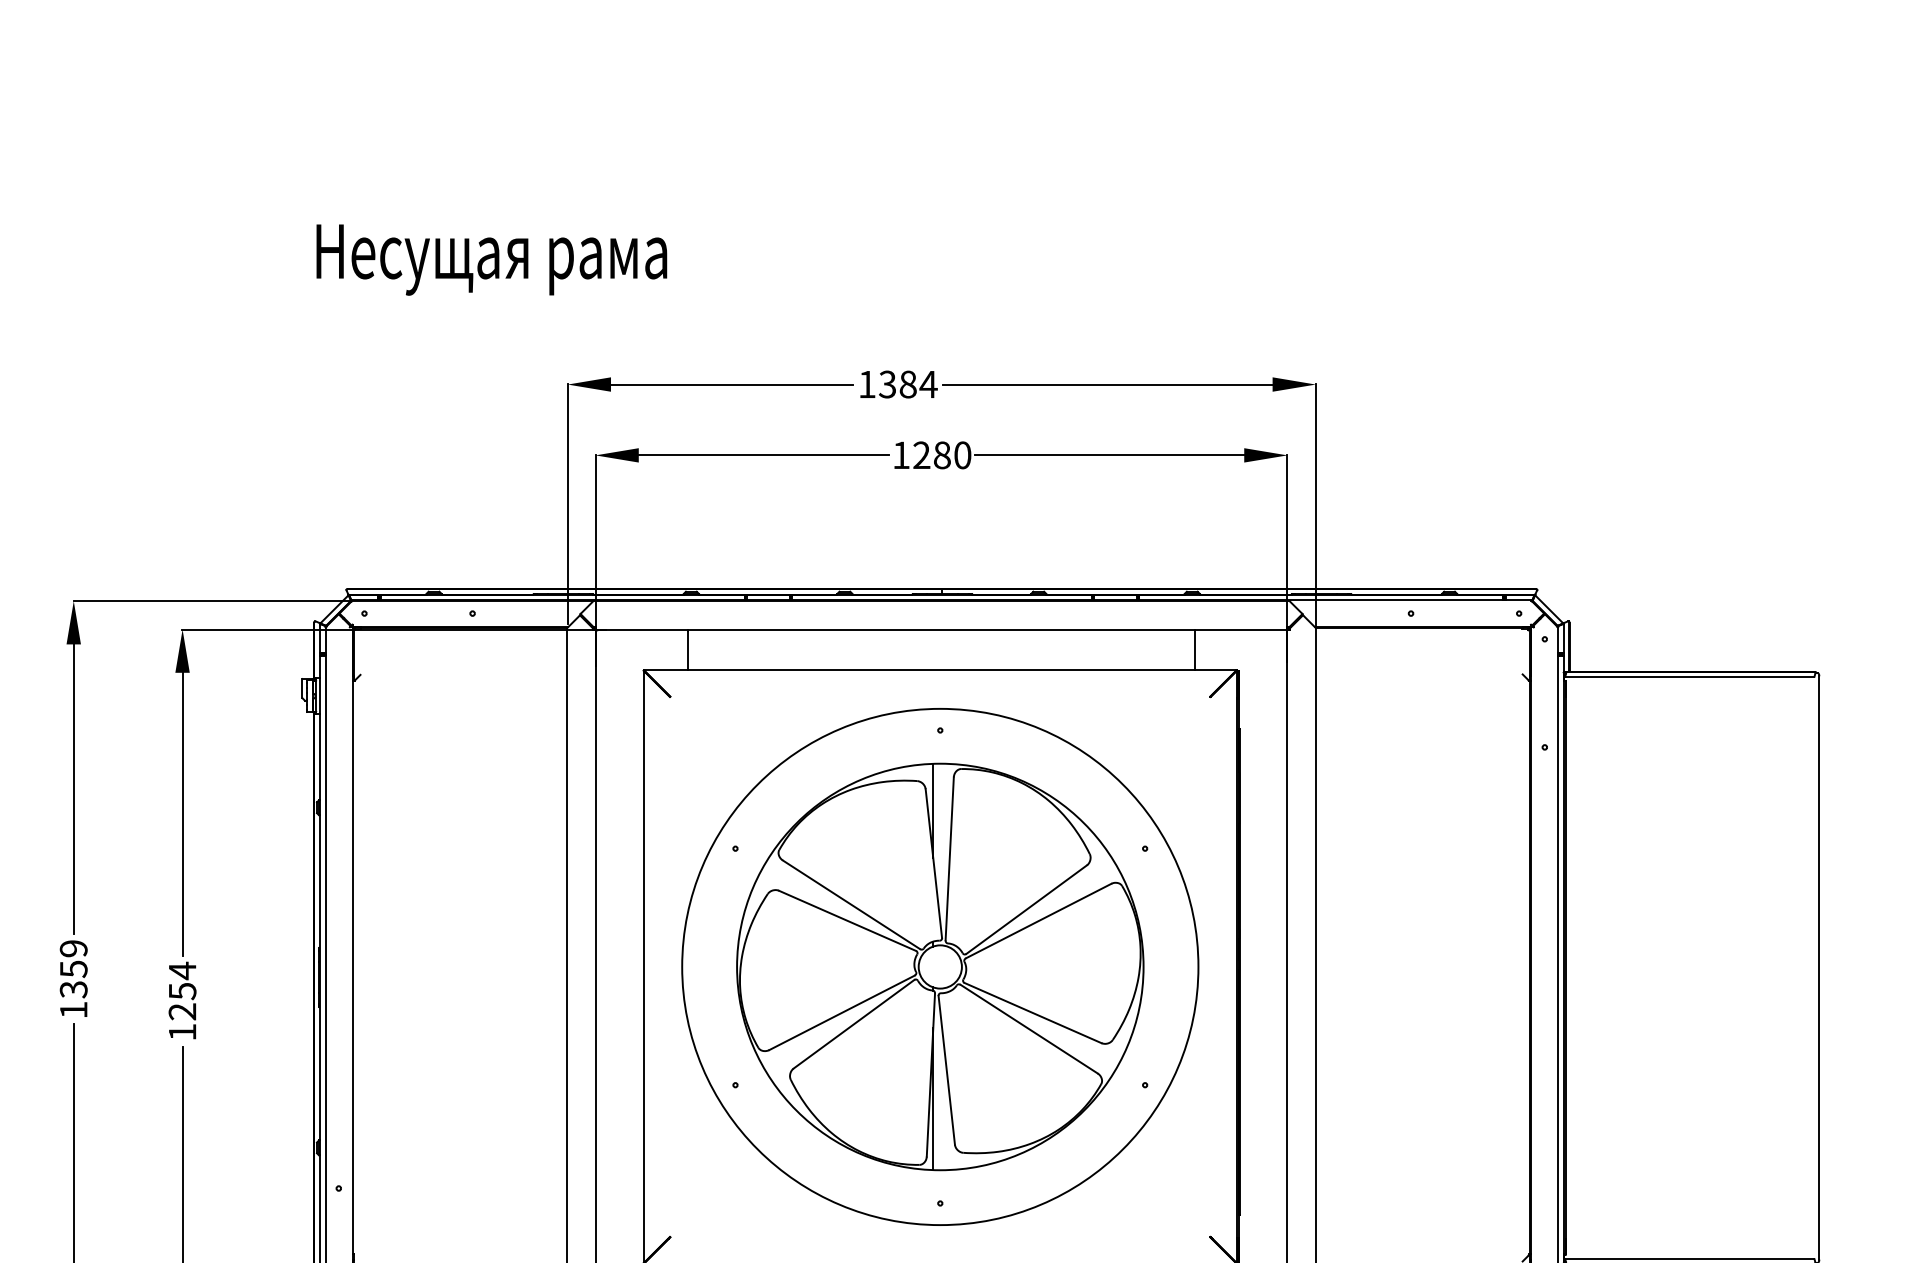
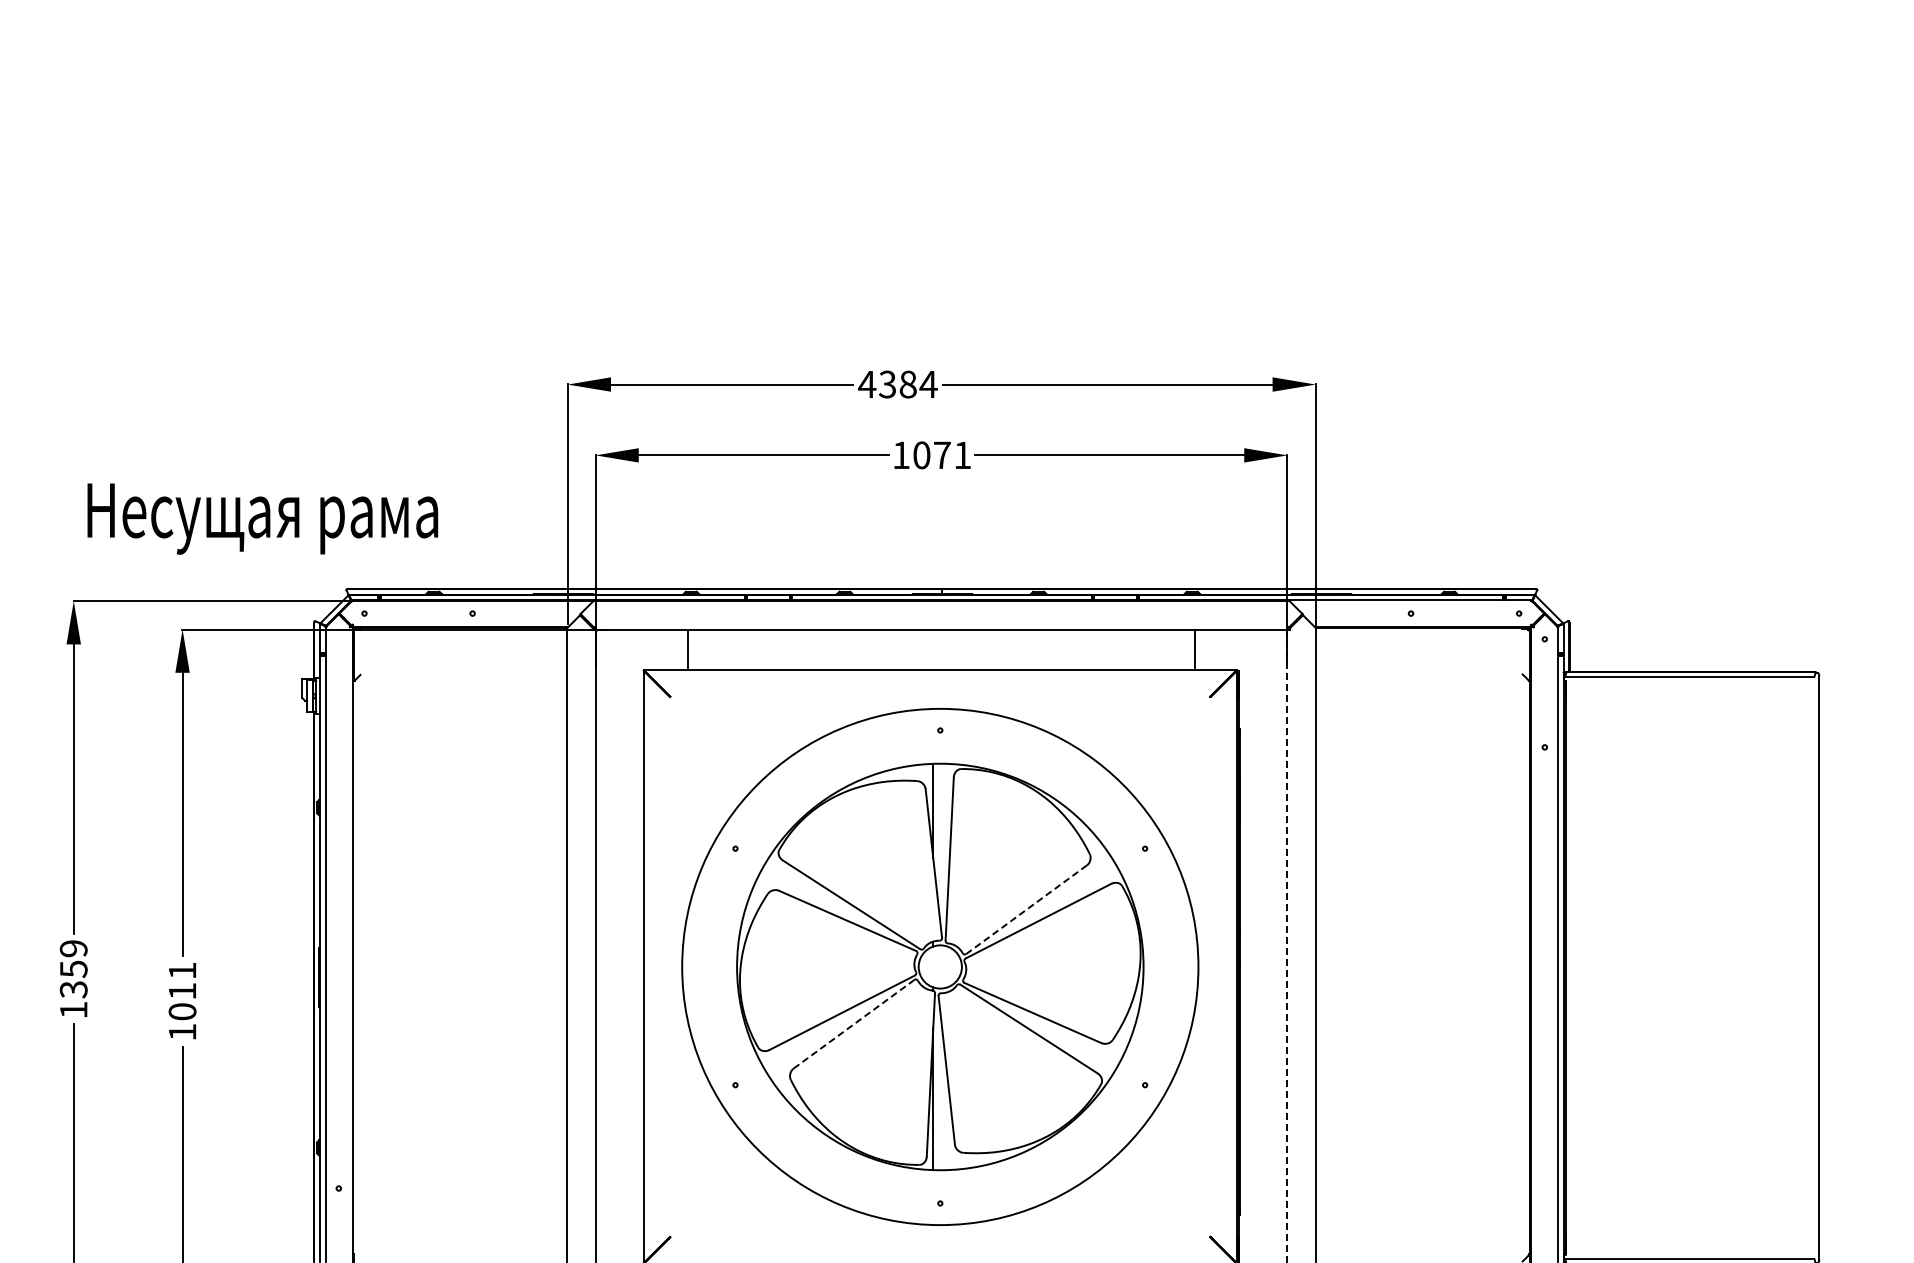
text at (491, 259) position: (491, 259) -> (262, 518)
text at (867, 384): 1384 -> 4384
text at (942, 455): 1280 -> 1071
line at (1026, 909): solid -> dashed
line at (1287, 945): solid -> dashed
text at (182, 990): 1254 -> 1011
line at (853, 1024): solid -> dashed
